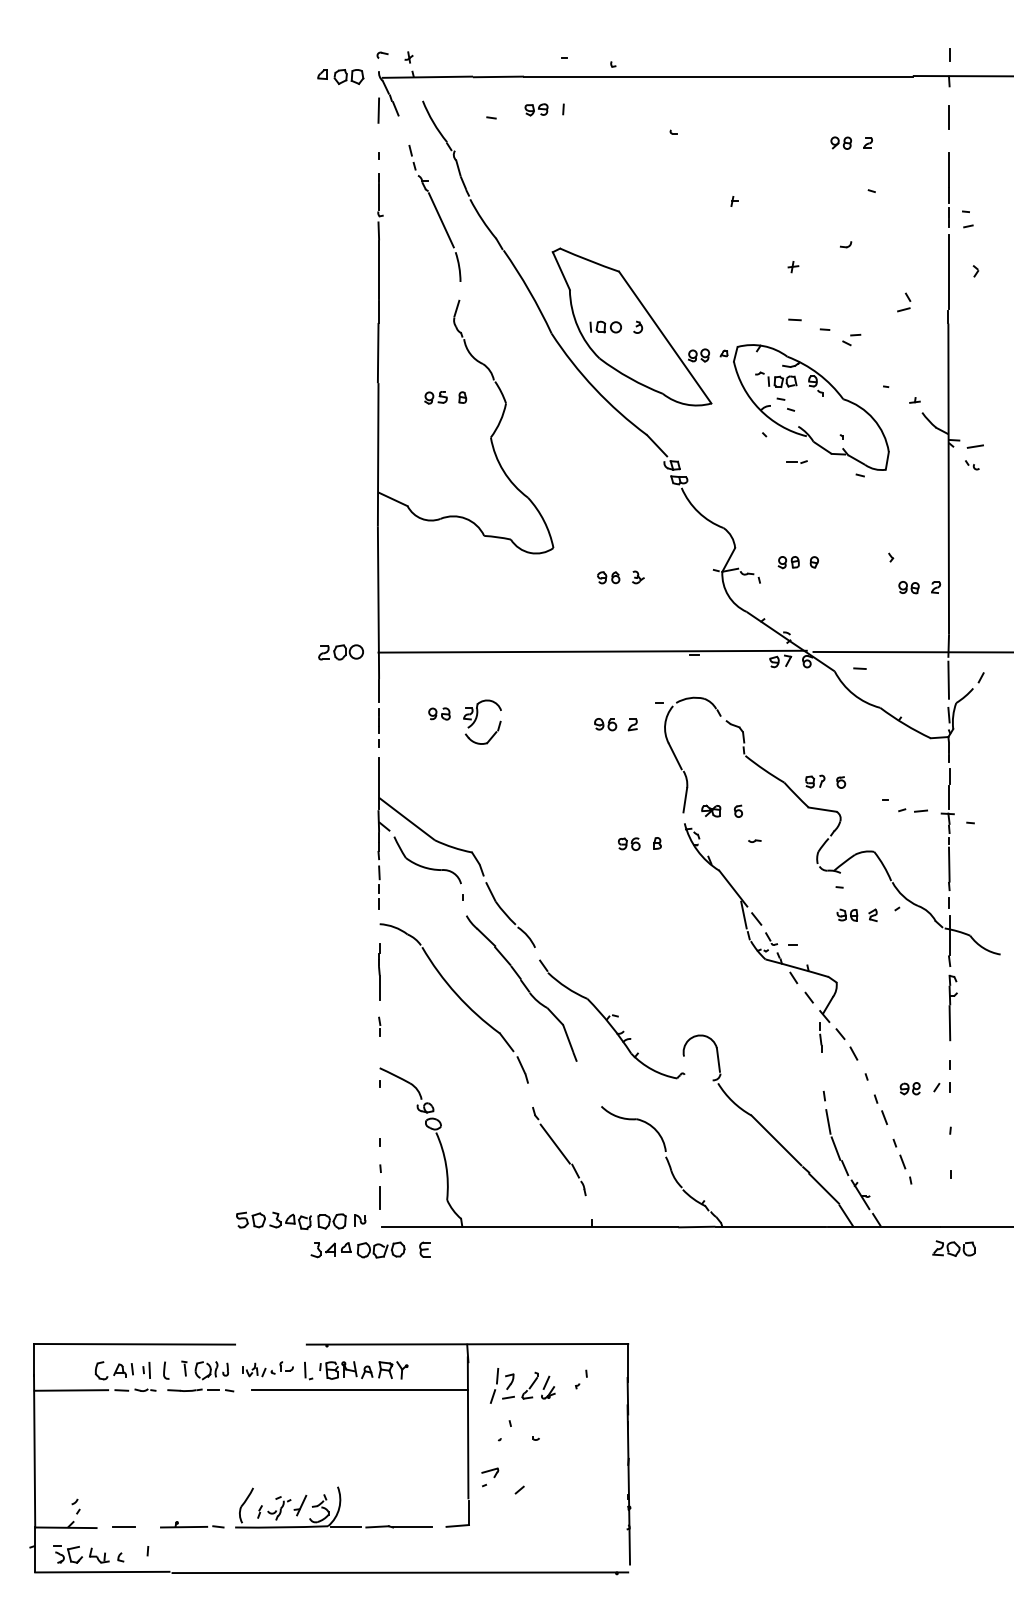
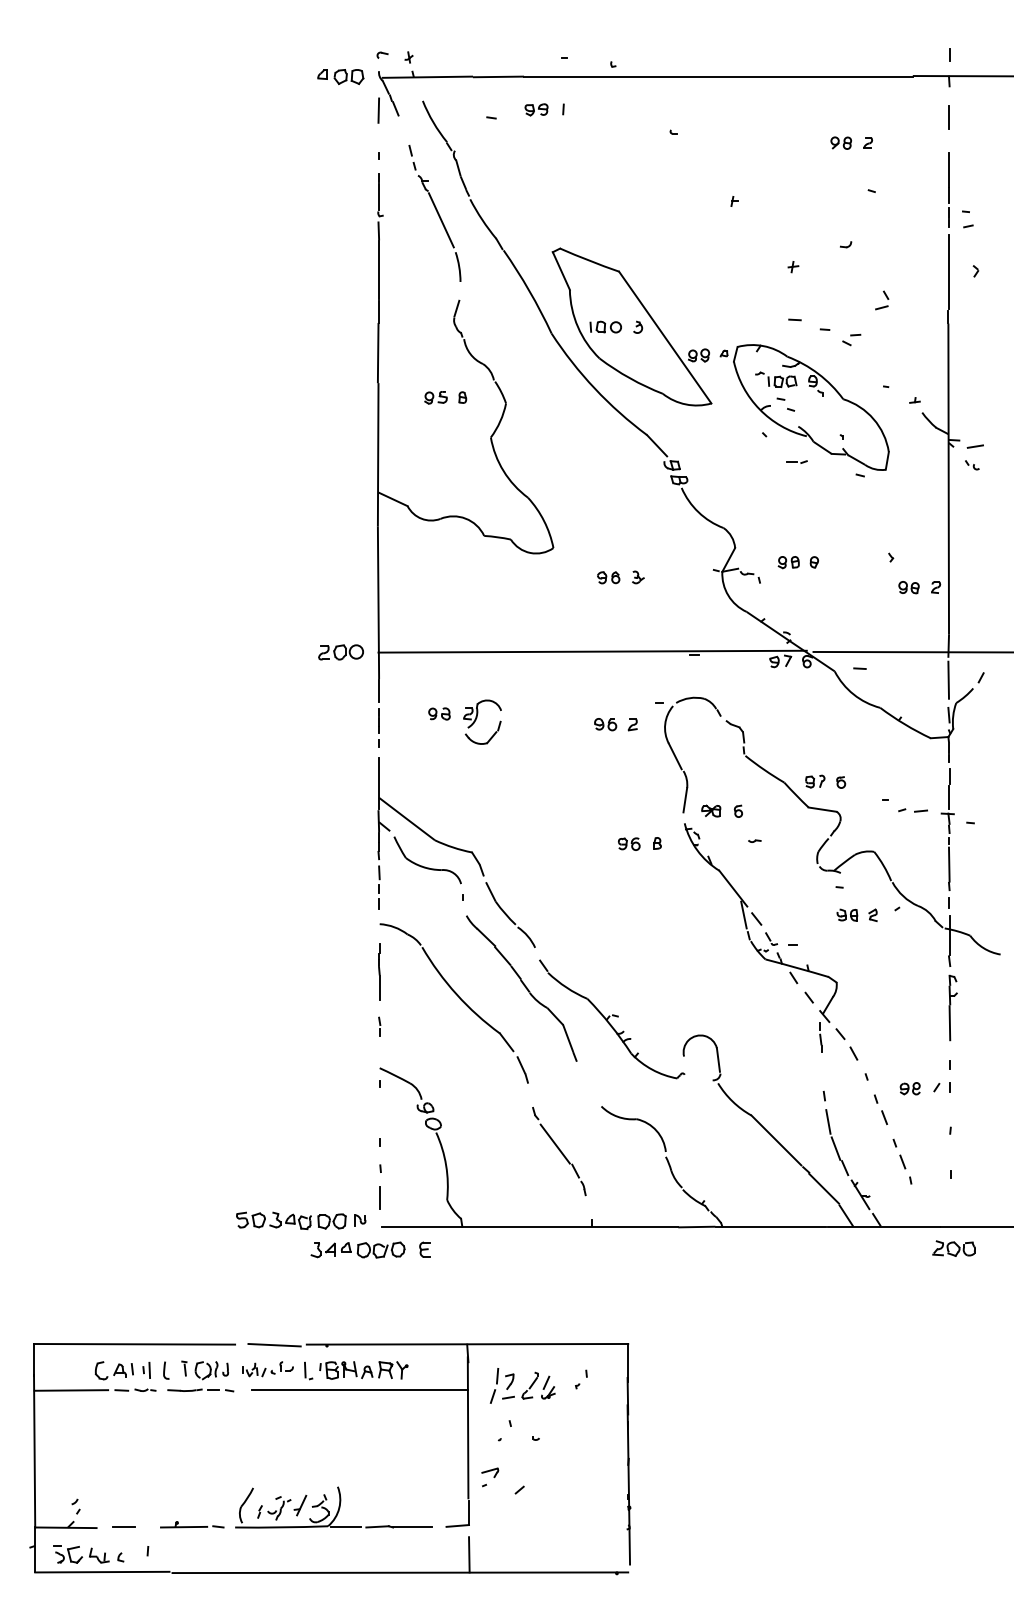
part at (904, 302) position: (904, 302) -> (882, 300)
line at (274, 1344): none -> present
line at (469, 1554): none -> present
